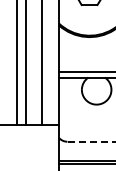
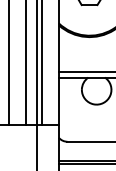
line at (16, 63) position: (16, 63) -> (8, 63)
line at (36, 84): none -> present
line at (91, 141): dashed -> solid
